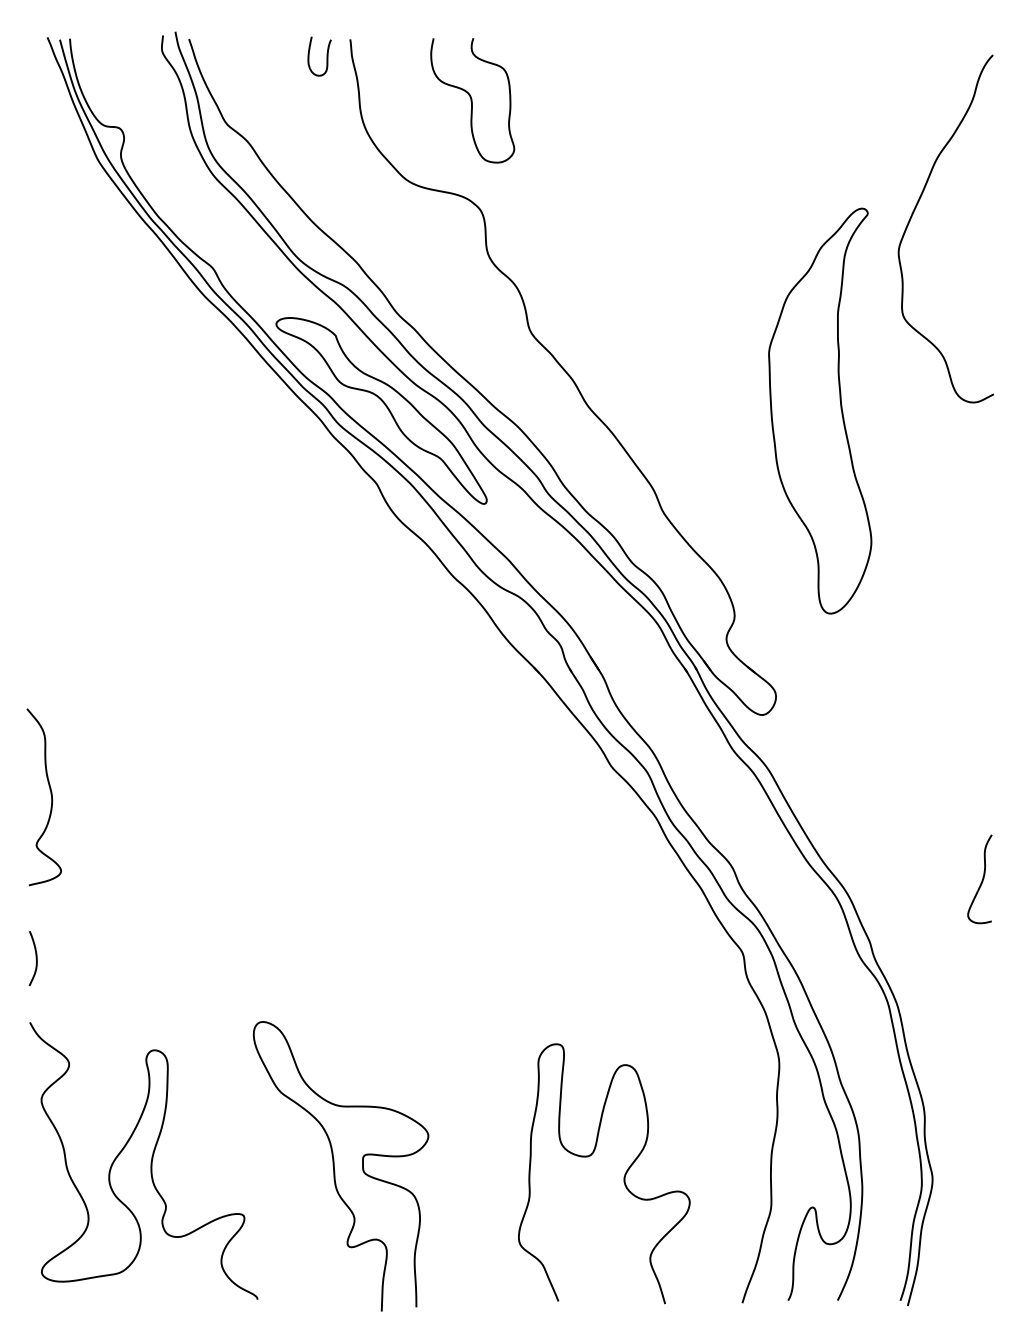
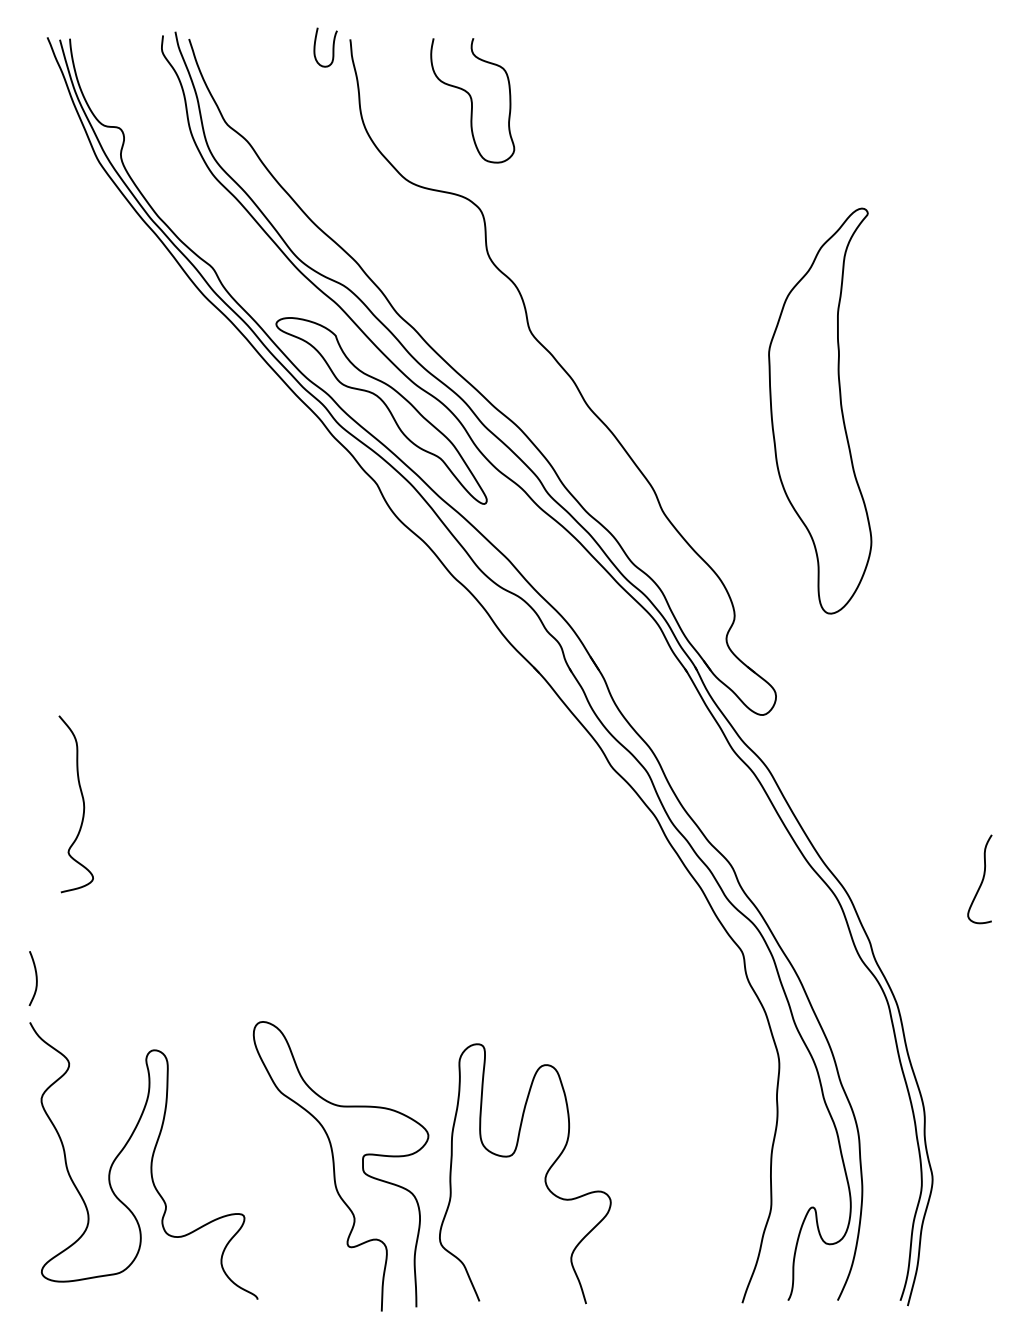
curve at (326, 56) position: (326, 56) -> (332, 47)
curve at (914, 212): present -> none
curve at (50, 794) position: (50, 794) -> (82, 801)
curve at (35, 958) position: (35, 958) -> (35, 978)
curve at (623, 1177) position: (623, 1177) -> (544, 1177)
